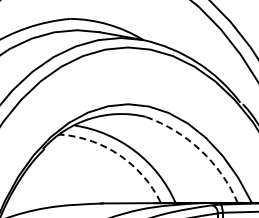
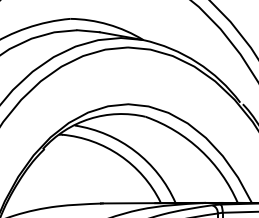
arc at (200, 150): dashed -> solid
arc at (120, 155): dashed -> solid
